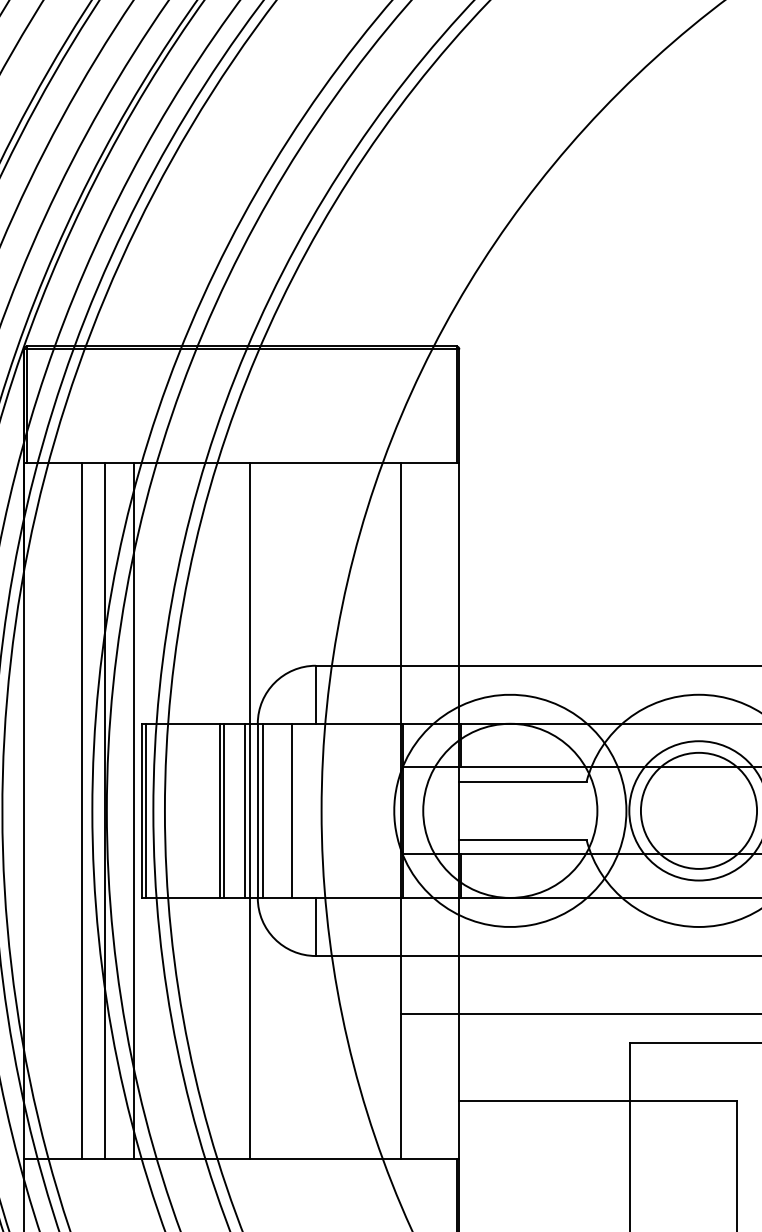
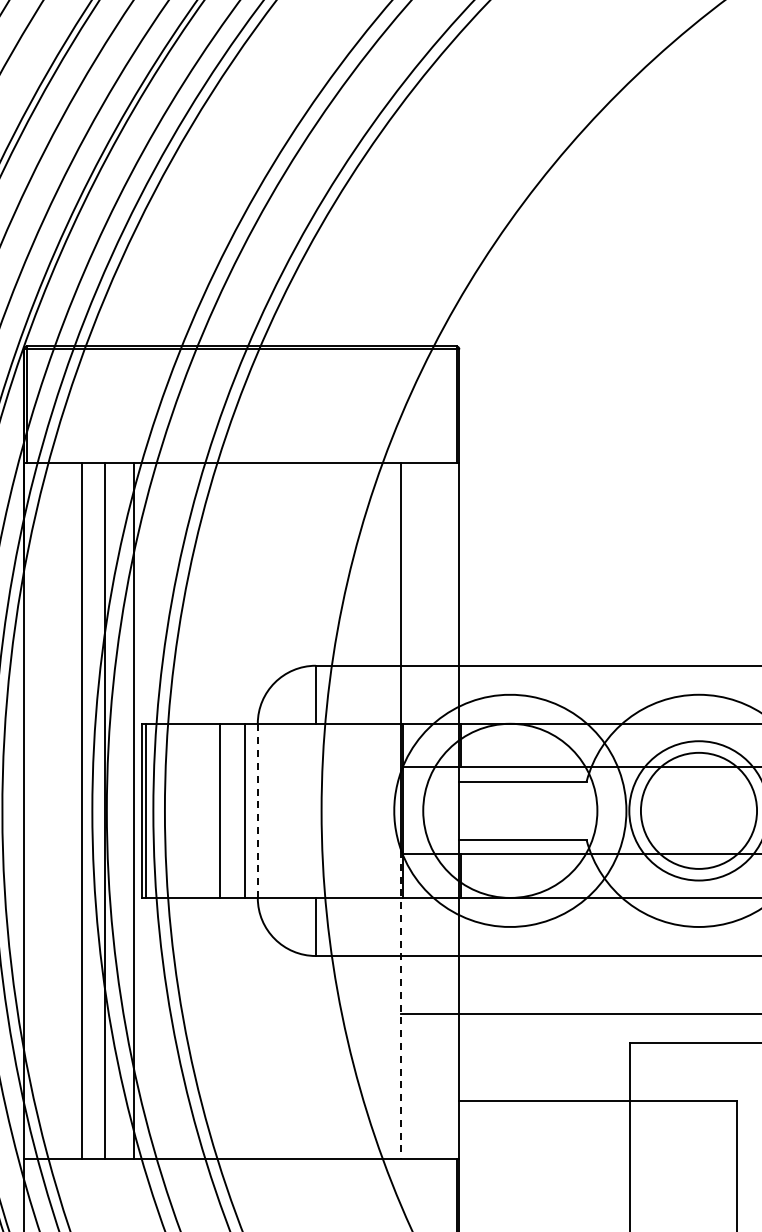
line at (224, 810): present -> none
line at (250, 810): present -> none
line at (257, 810): solid -> dashed
line at (263, 810): present -> none
line at (291, 810): present -> none
line at (401, 1005): solid -> dashed
